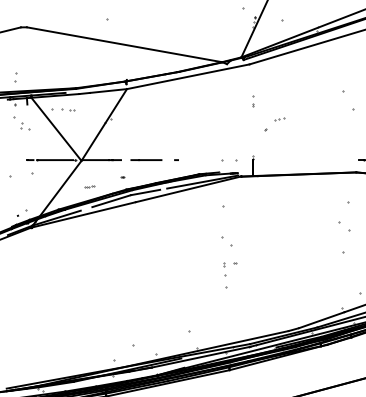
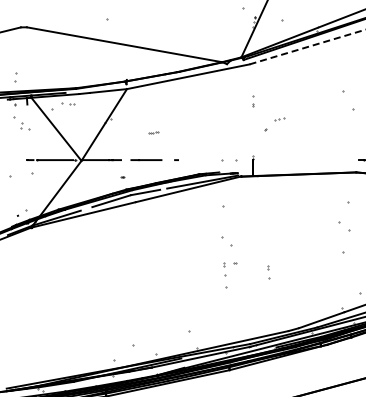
line at (307, 47): solid -> dashed
part at (68, 109) position: (68, 109) -> (68, 103)
part at (89, 186) position: (89, 186) -> (153, 132)
part at (268, 272): none -> present
